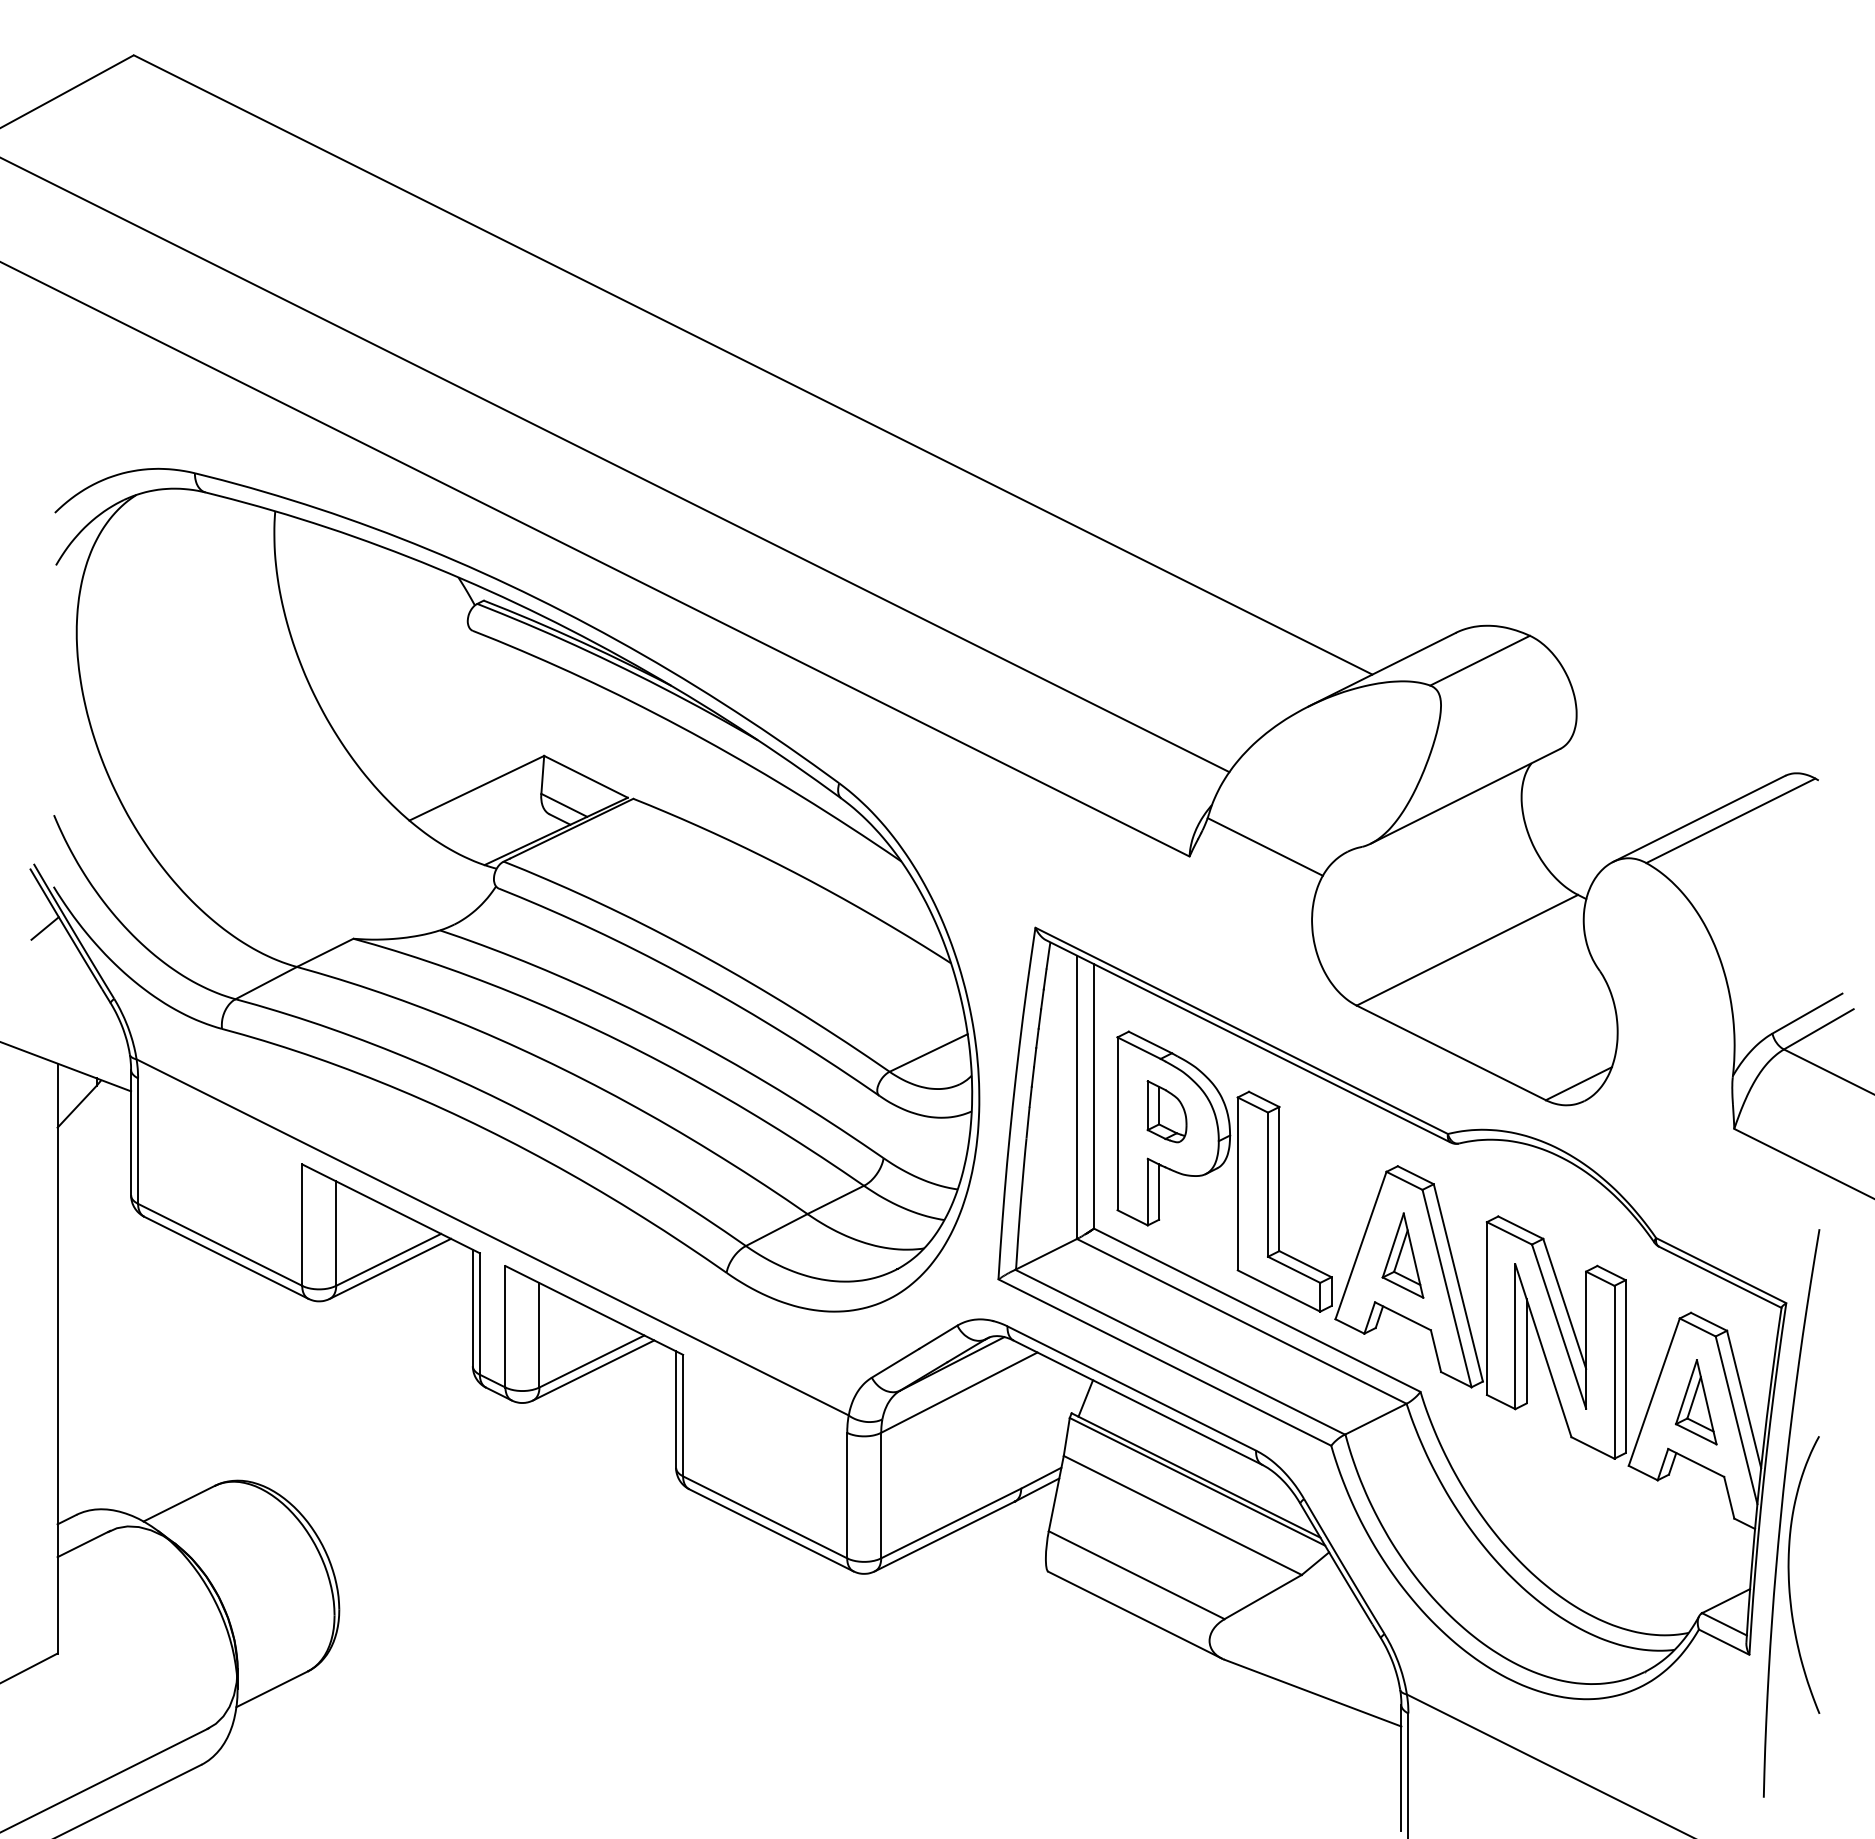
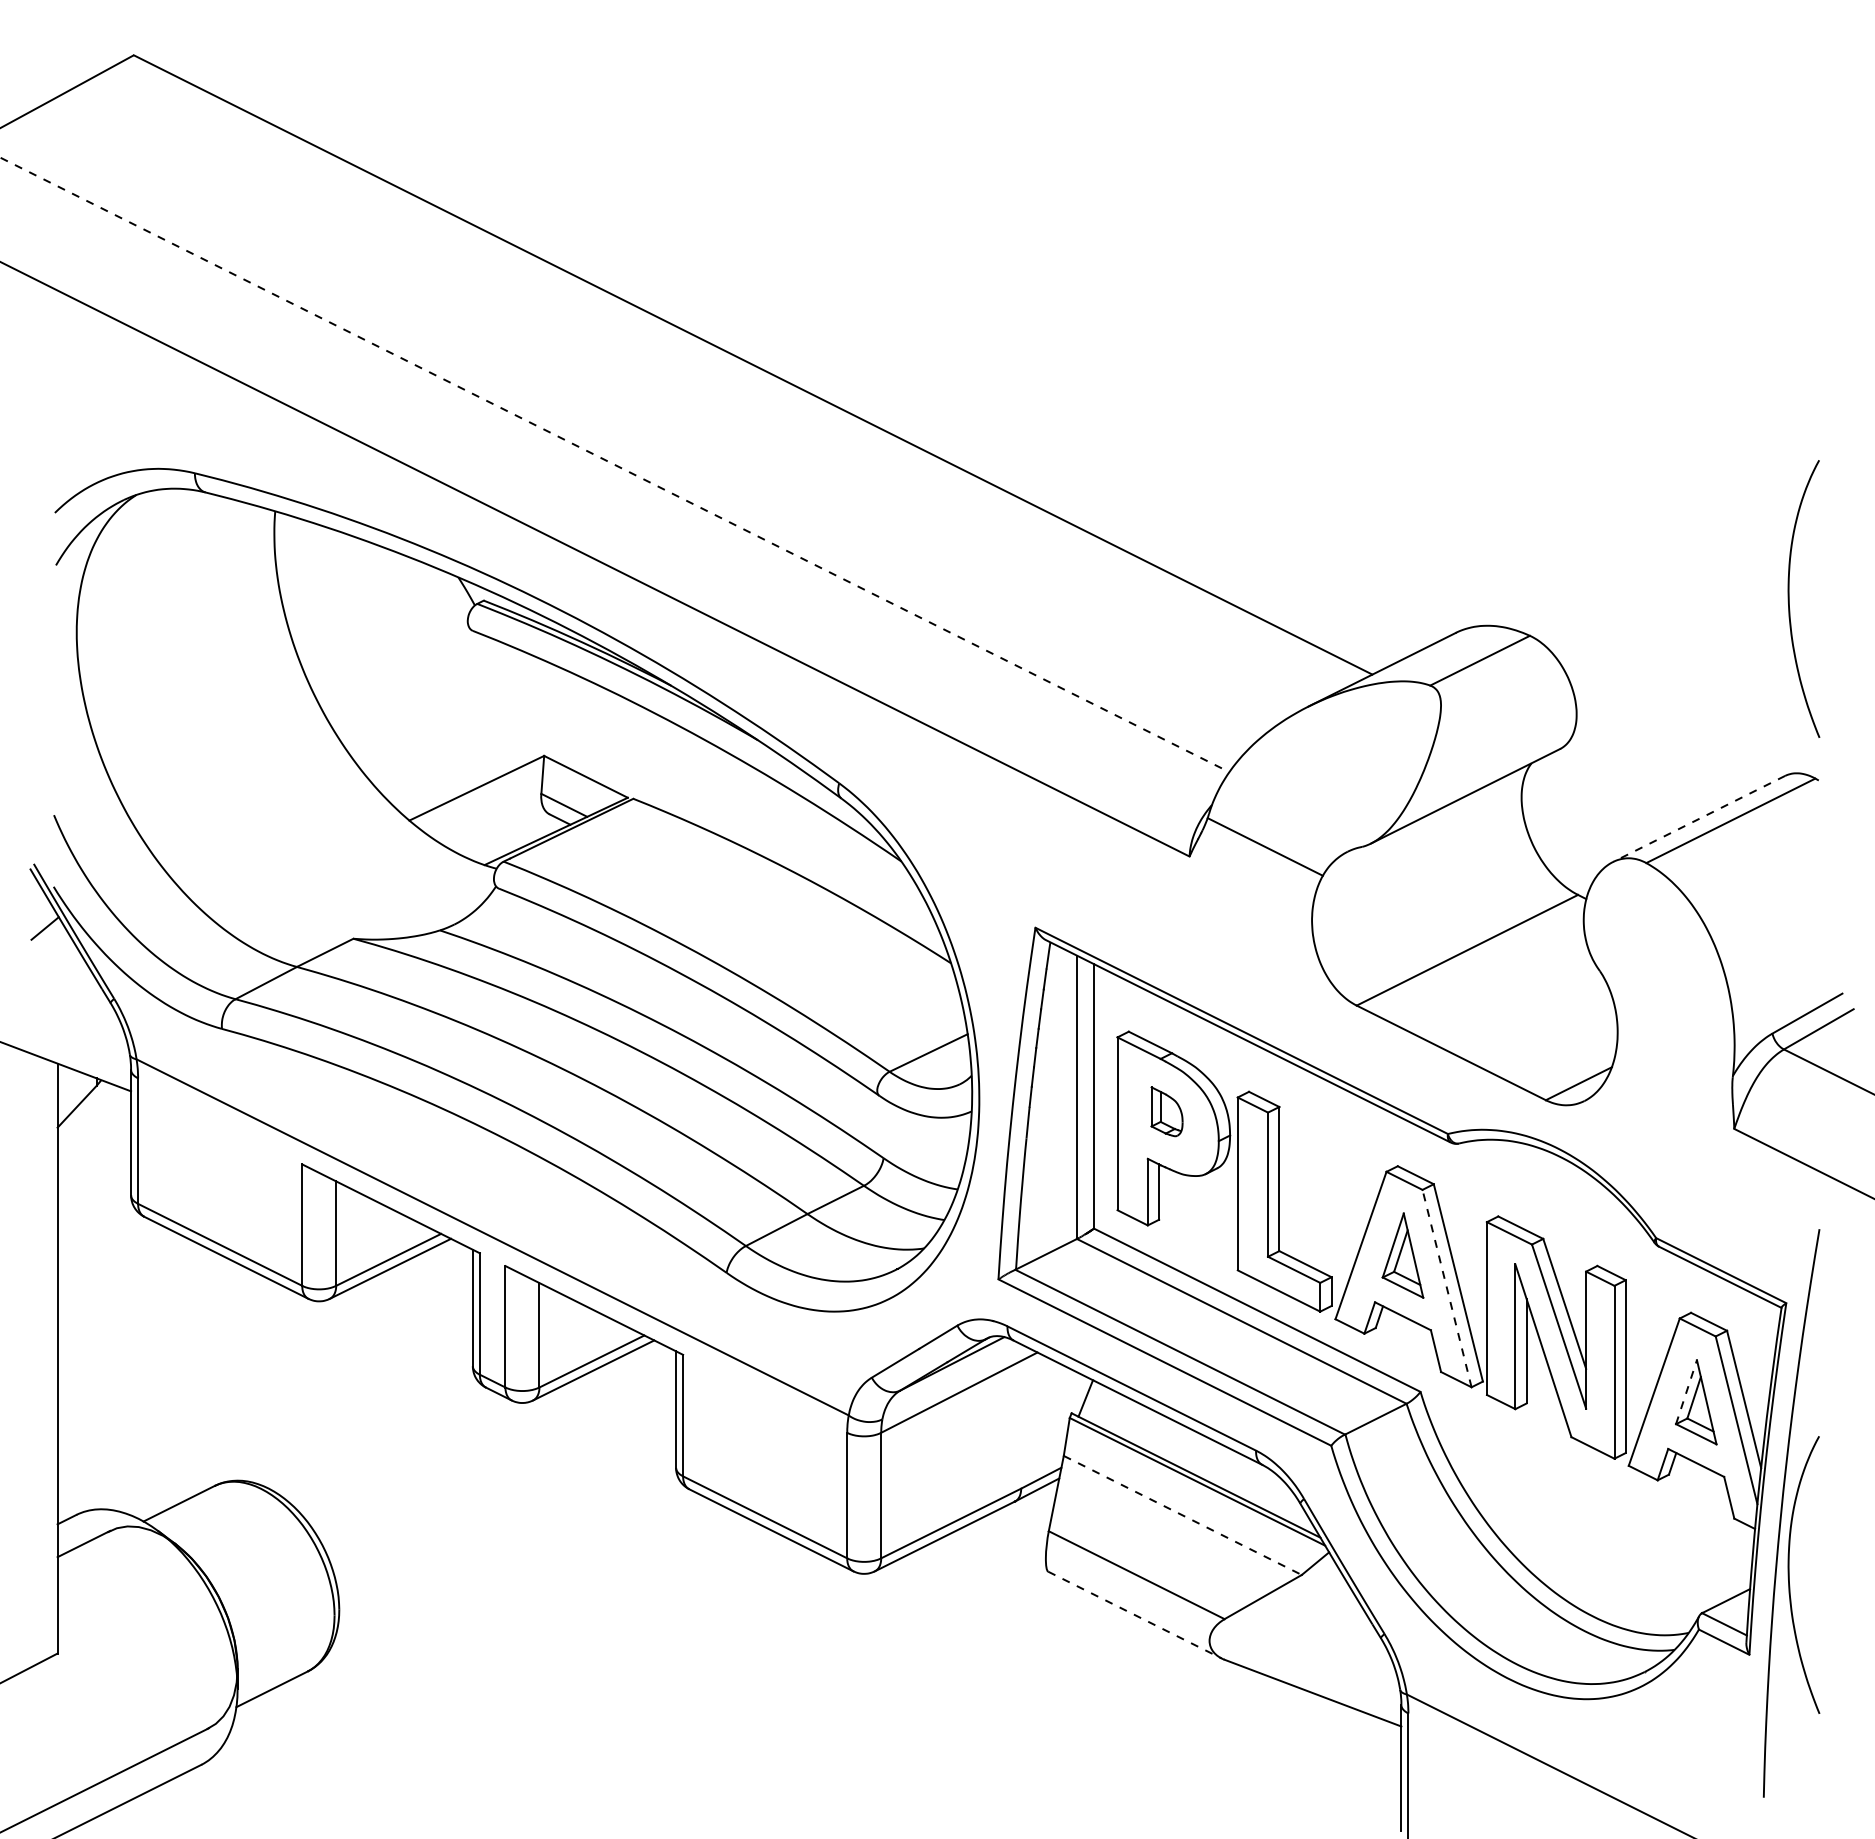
line at (615, 464): solid -> dashed
curve at (1789, 598): none -> present
line at (1698, 819): solid -> dashed
part at (1166, 1111) size: 42x64 px -> 34x52 px
line at (1447, 1288): solid -> dashed
line at (1686, 1392): solid -> dashed
line at (1183, 1515): solid -> dashed
line at (1134, 1615): solid -> dashed
